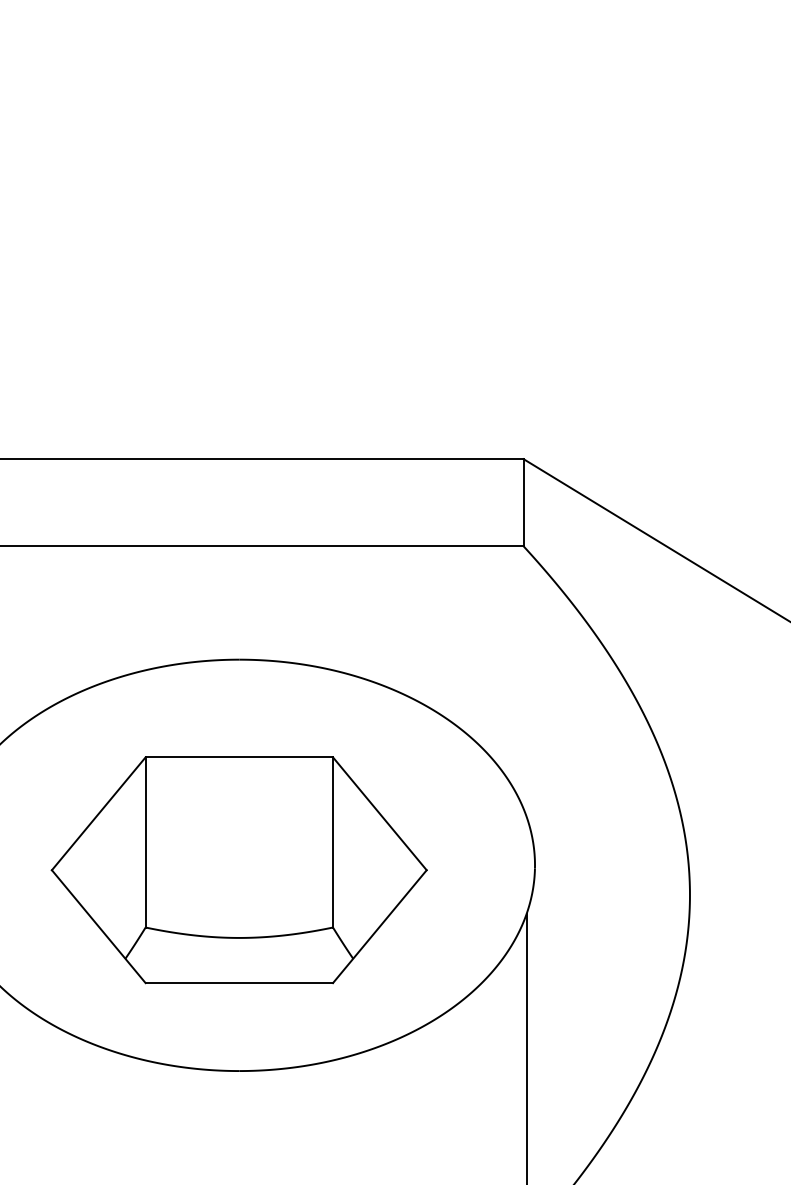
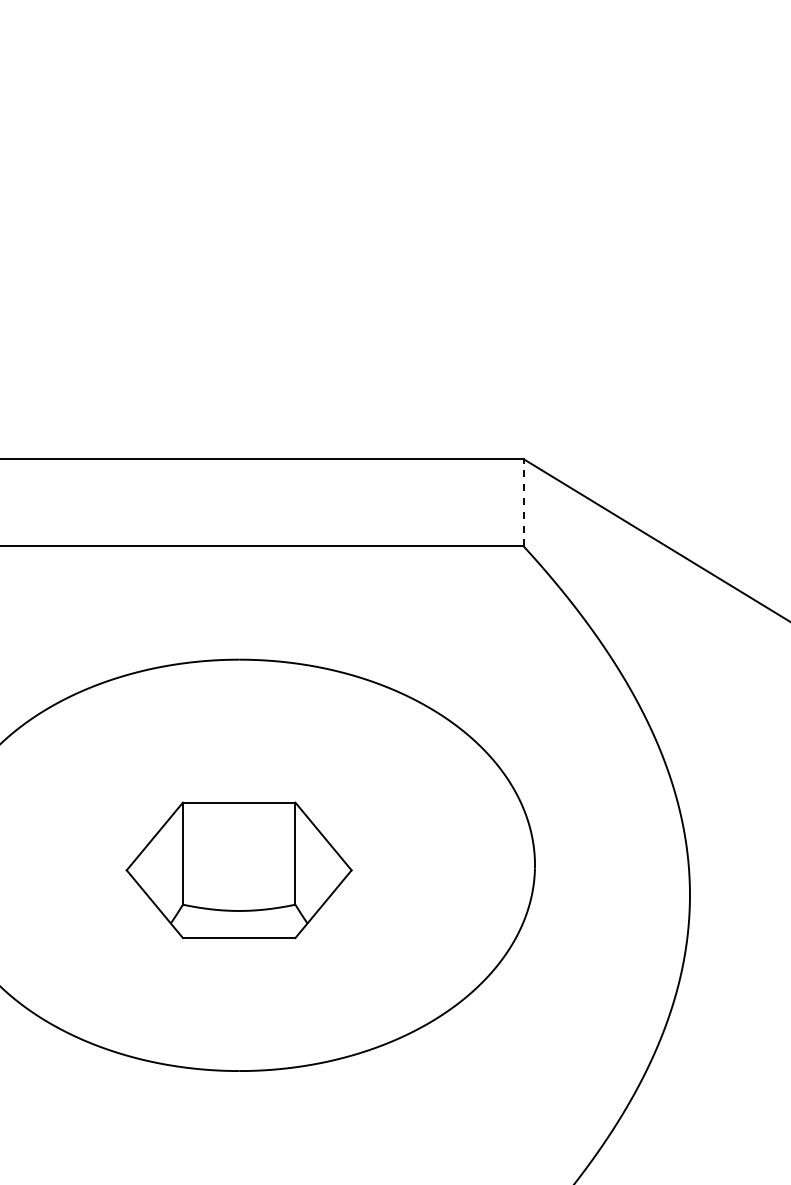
line at (523, 502): solid -> dashed
part at (238, 870) size: 378x229 px -> 228x139 px
line at (526, 1046): present -> none
